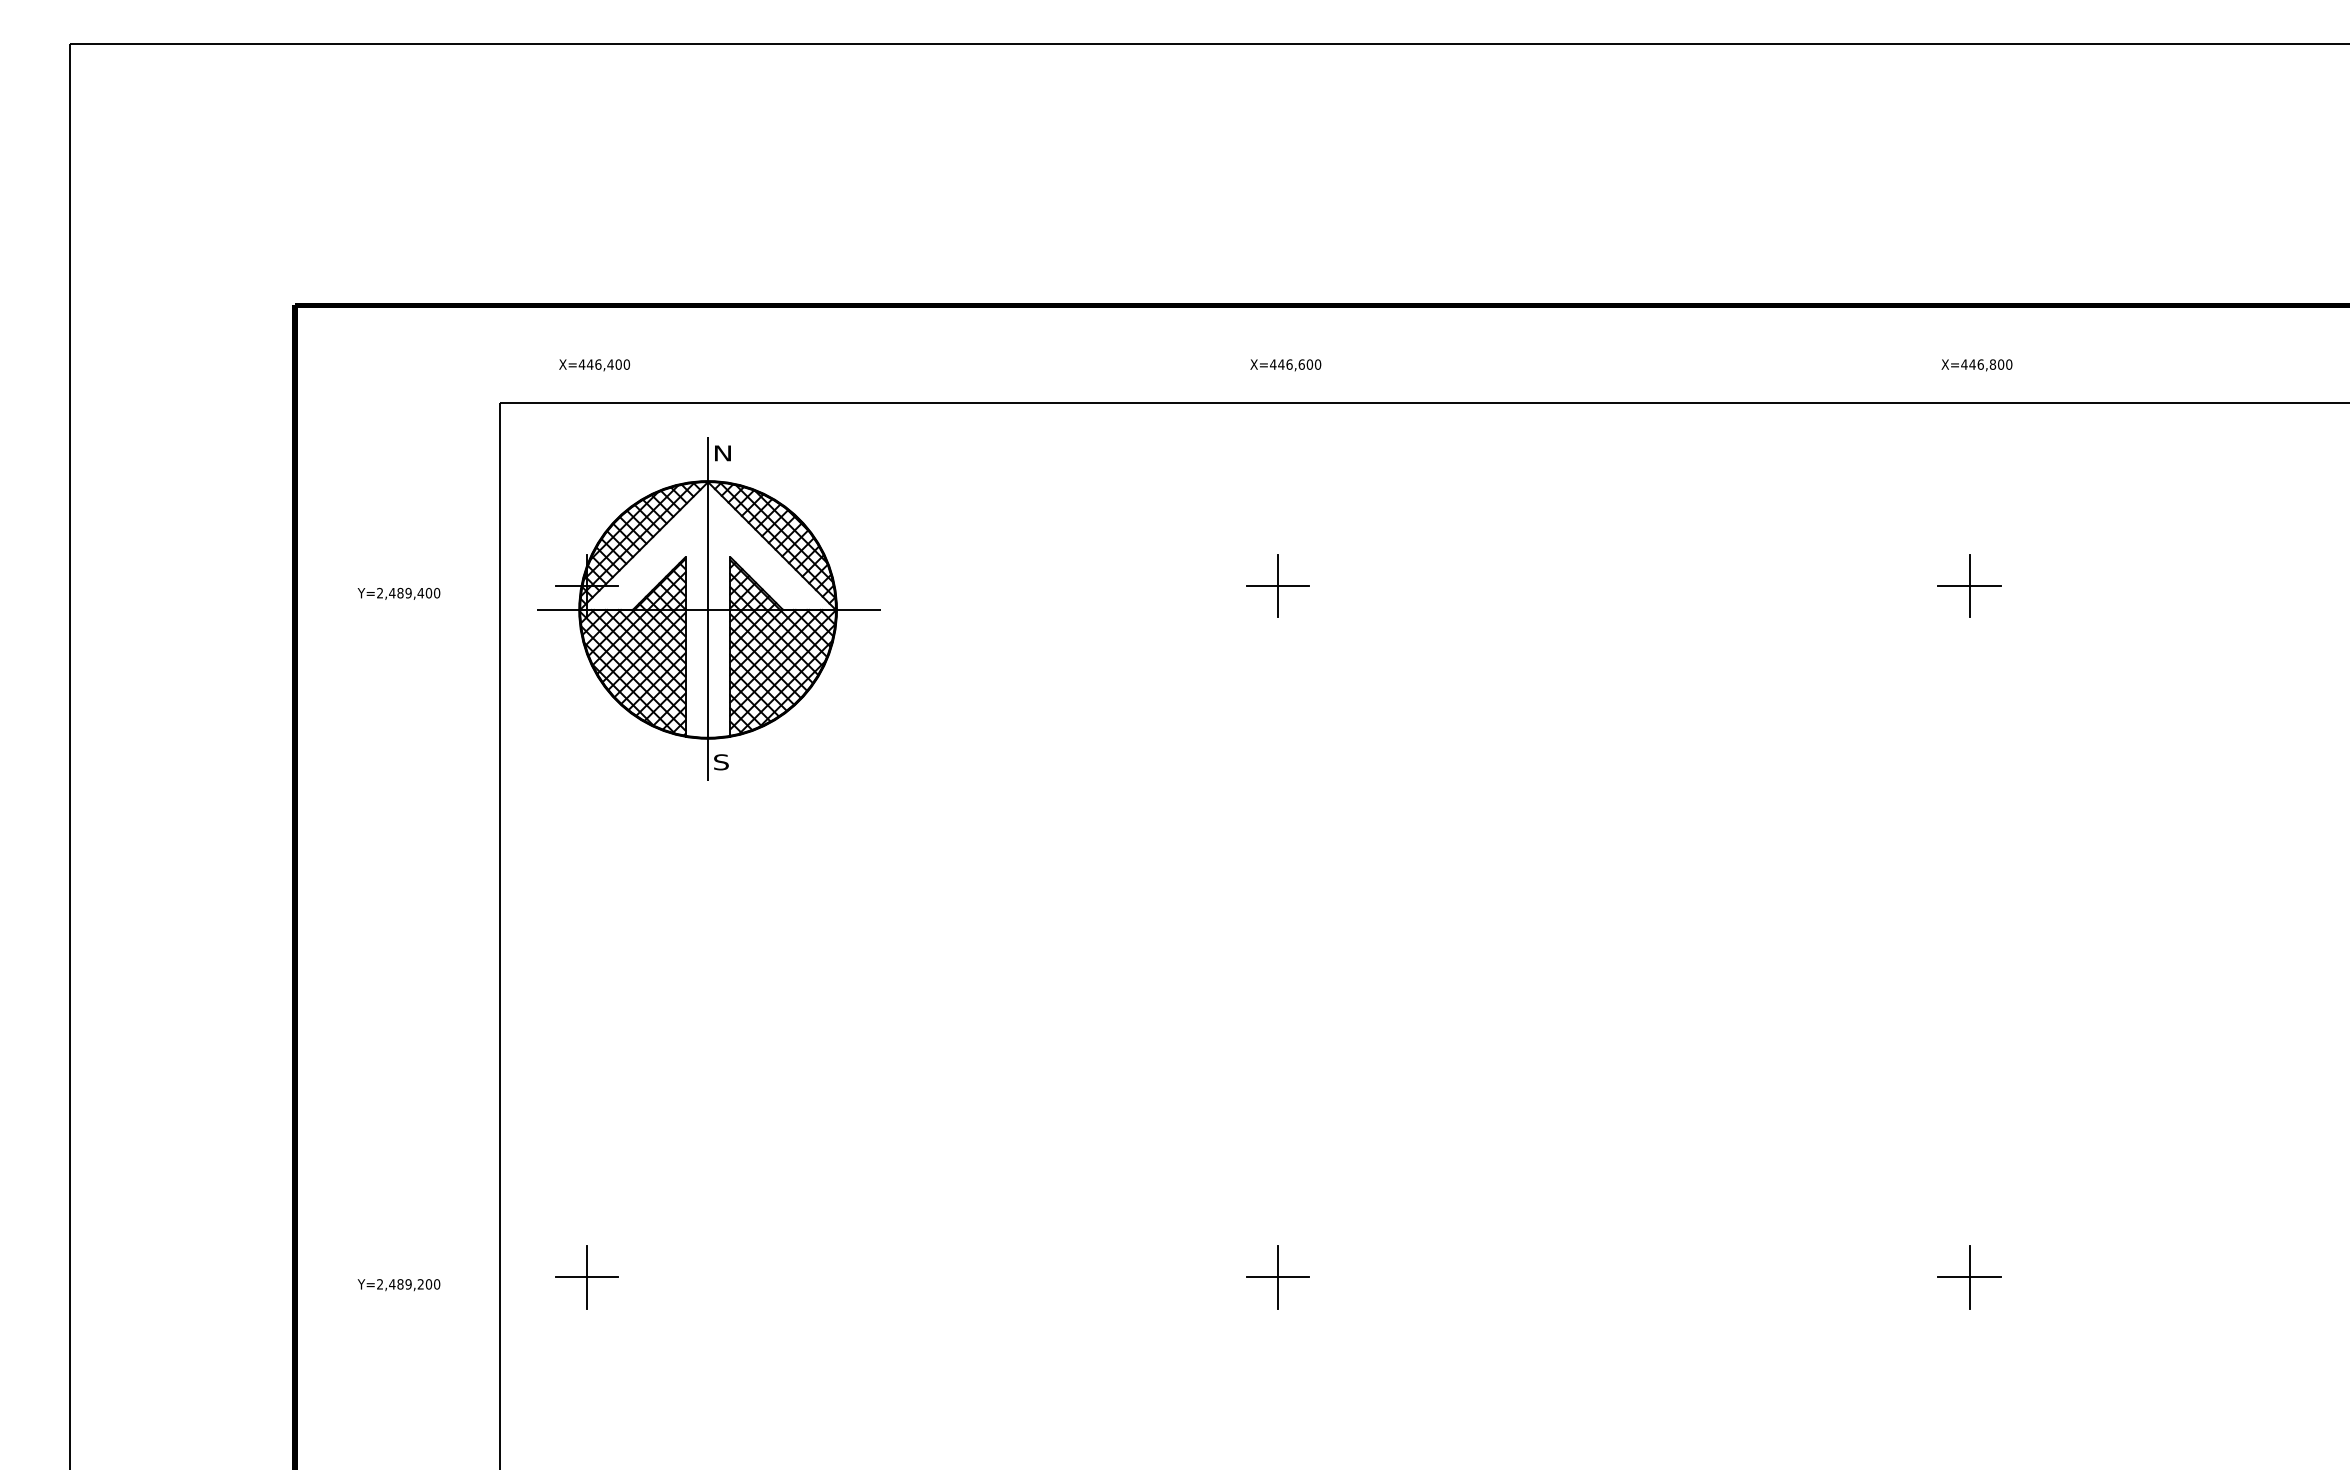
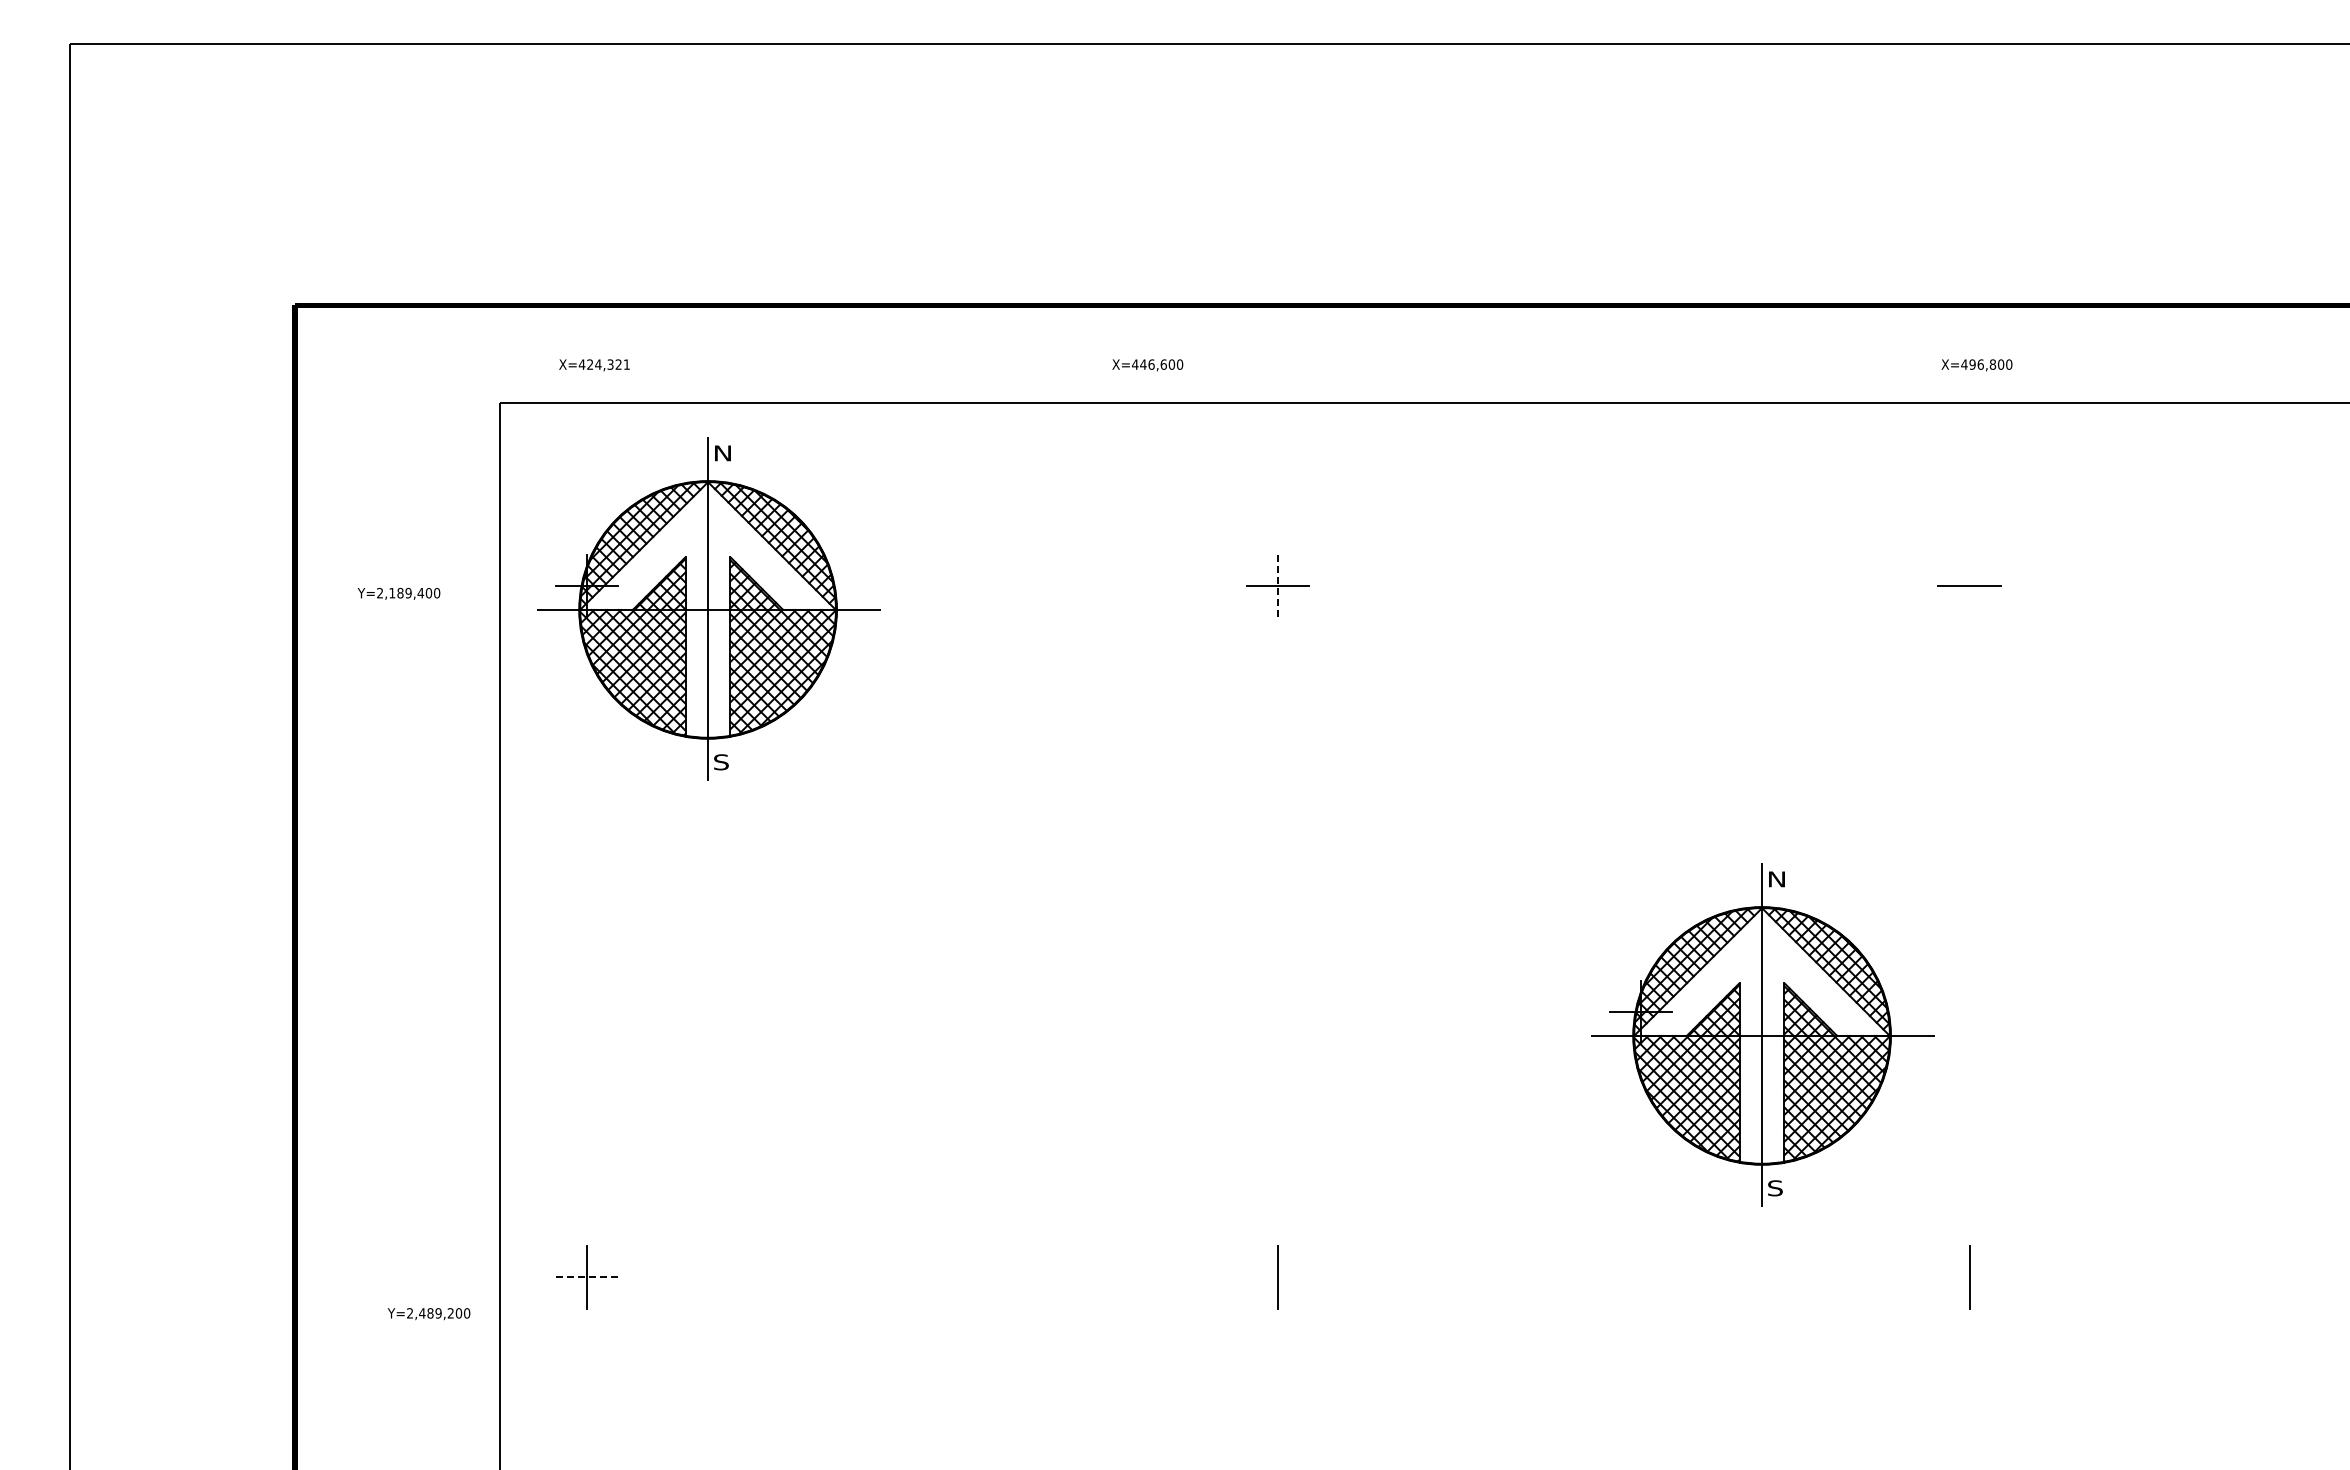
text at (608, 364): X=446,400 -> X=424,321
text at (1972, 364): X=446,800 -> X=496,800
text at (1285, 365) position: (1285, 365) -> (1147, 365)
line at (1278, 586): solid -> dashed
line at (1969, 586): present -> none
text at (392, 593): Y=2,489,400 -> Y=2,189,400
part at (1762, 1034): none -> present
line at (587, 1277): solid -> dashed
line at (1278, 1277): present -> none
line at (1969, 1277): present -> none
text at (398, 1285) position: (398, 1285) -> (428, 1314)
